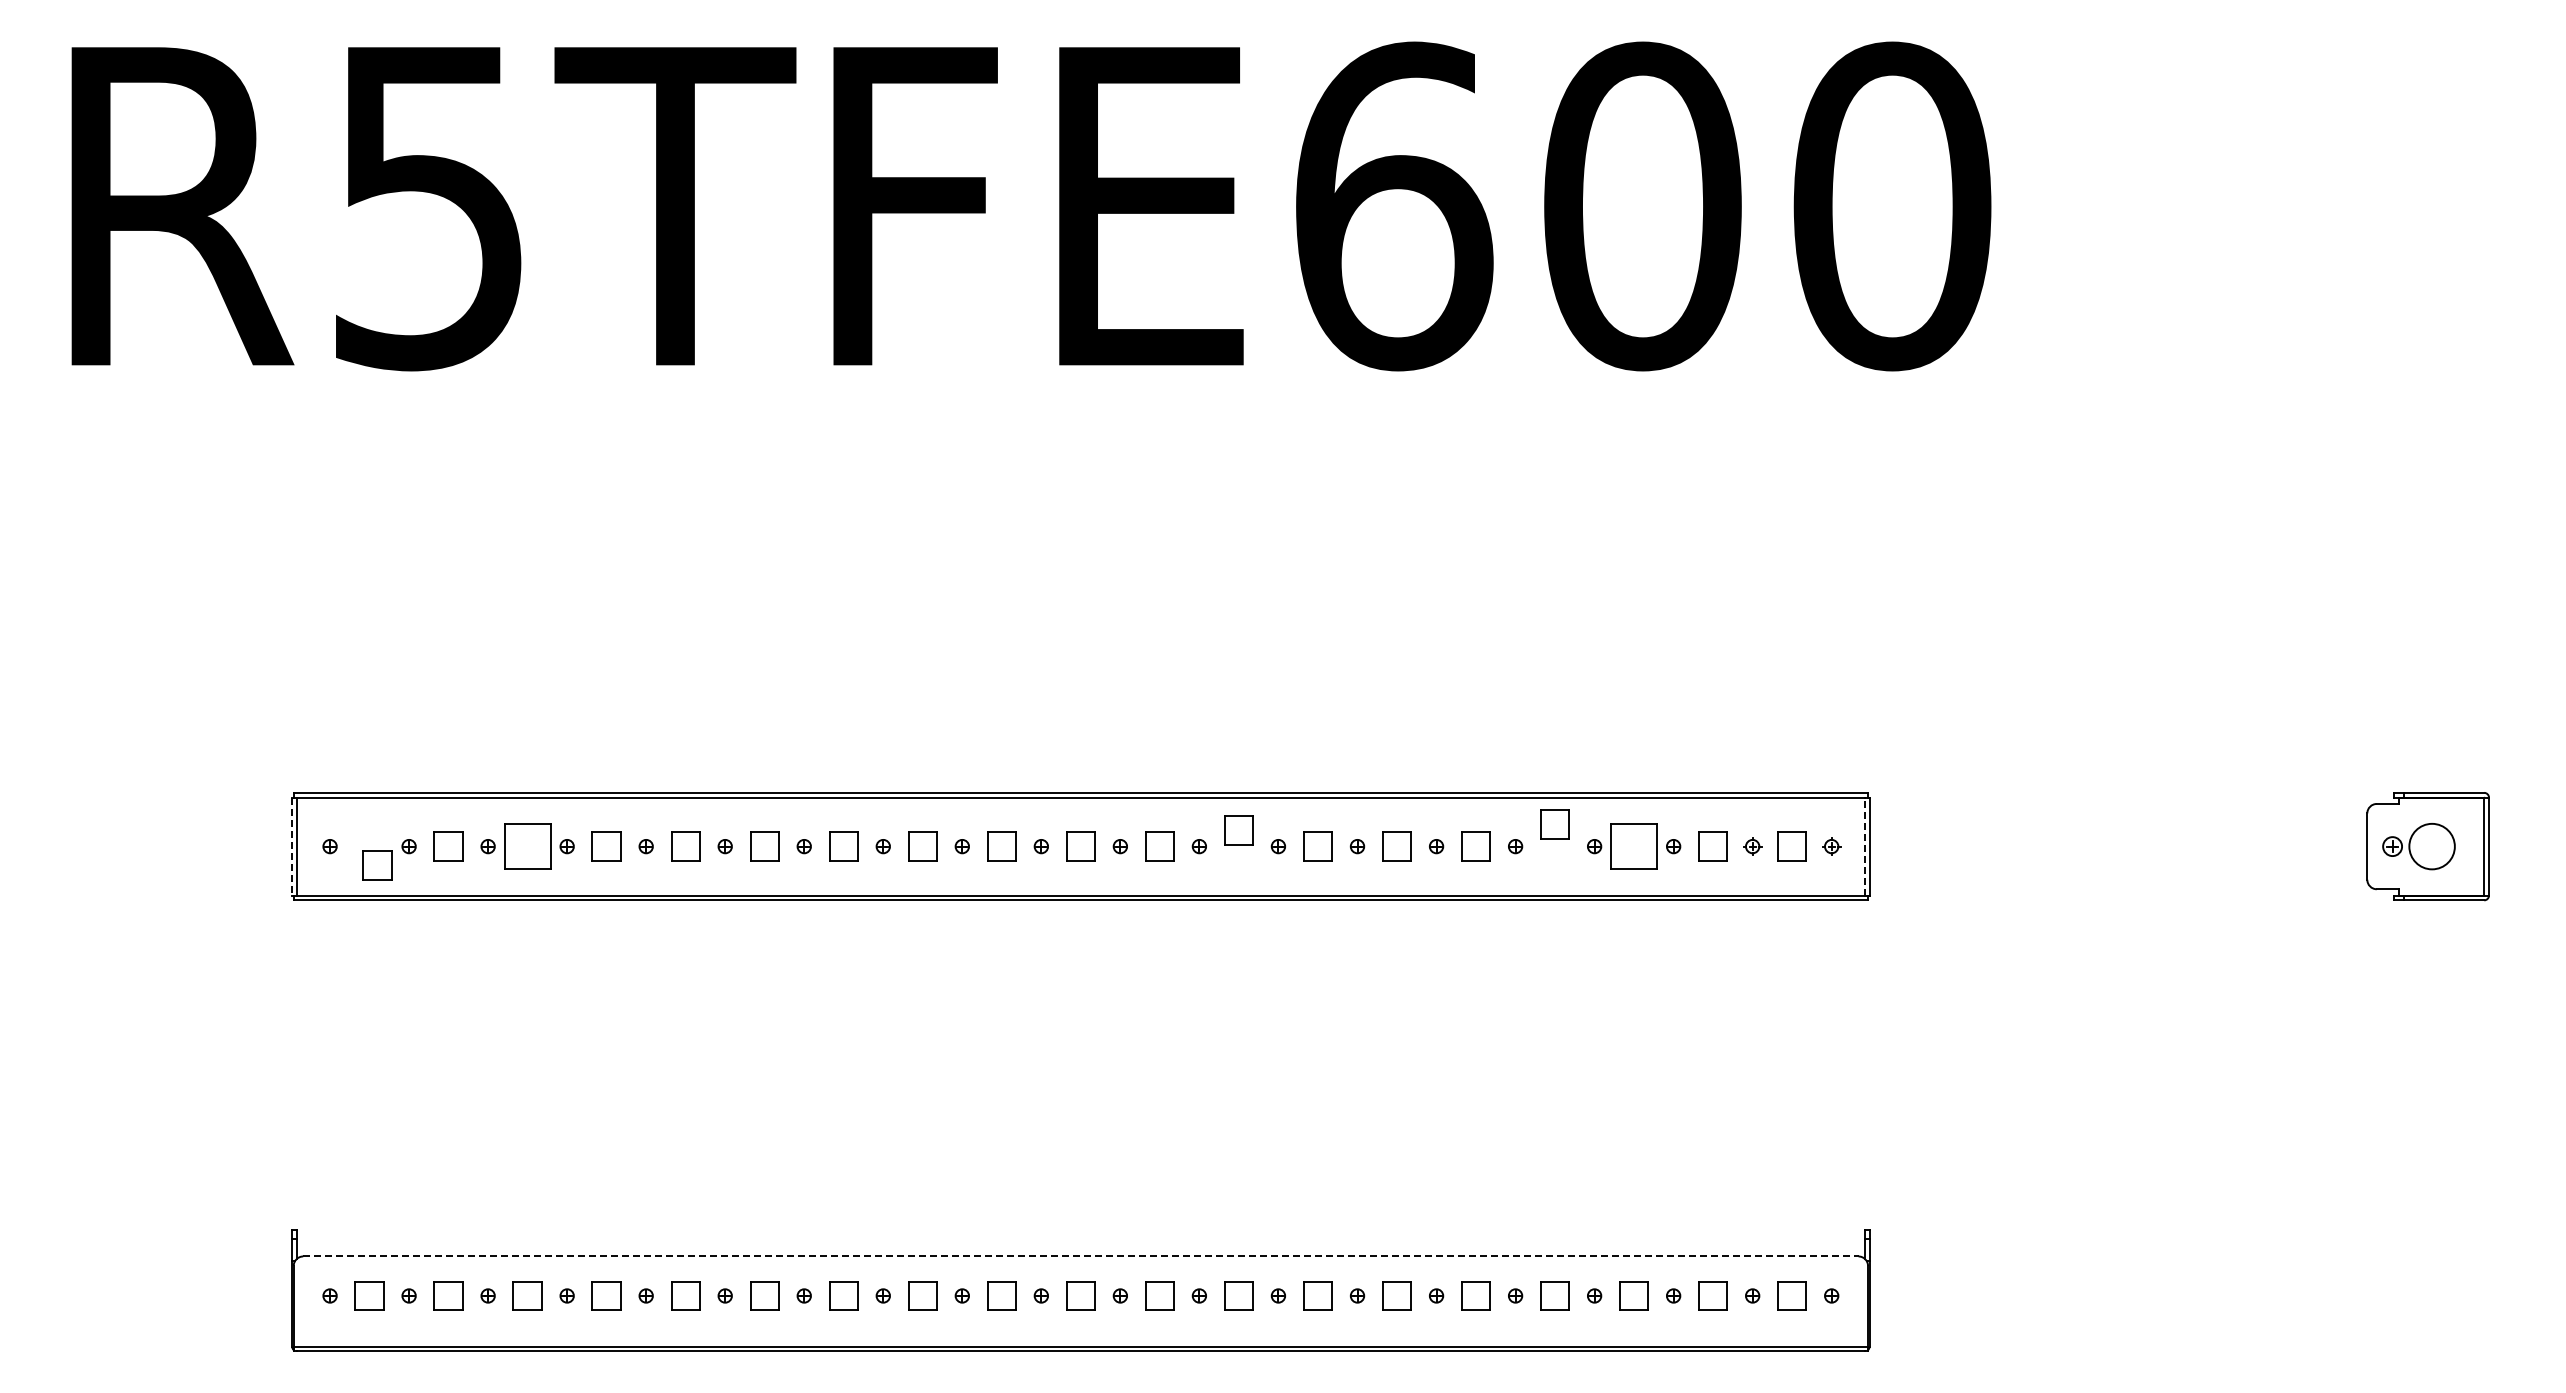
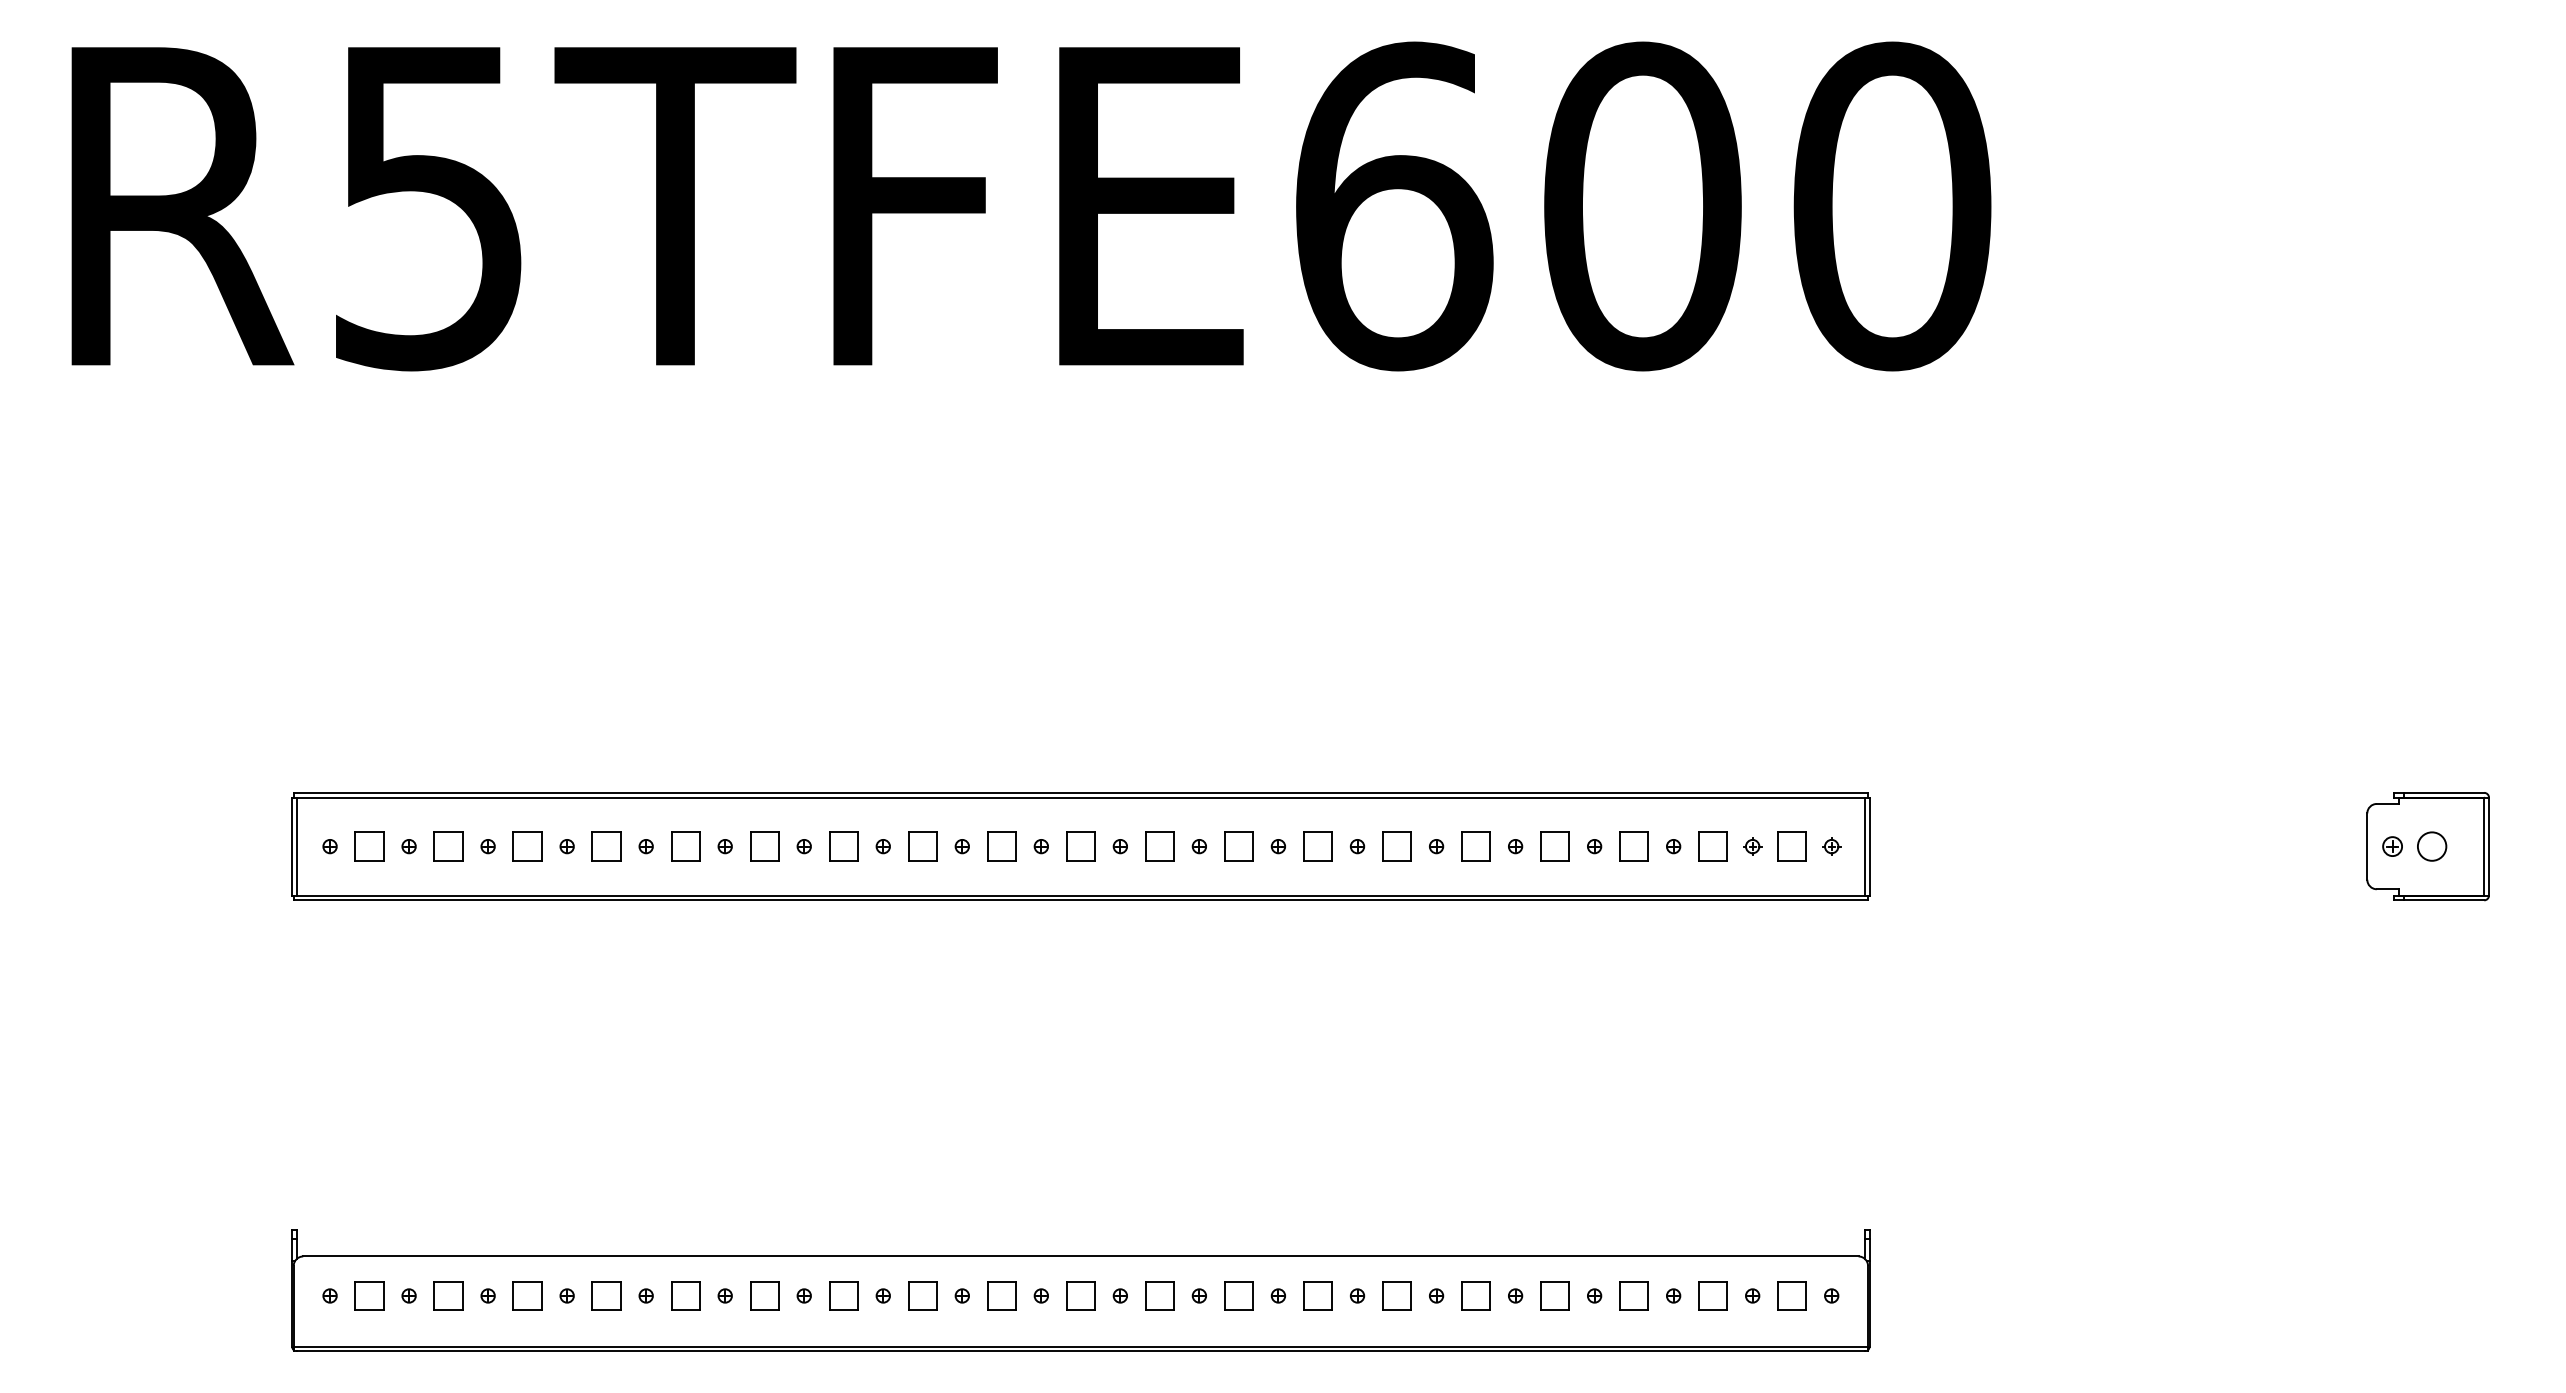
part at (1554, 824) position: (1554, 824) -> (1554, 846)
part at (1238, 830) position: (1238, 830) -> (1238, 846)
line at (292, 846): dashed -> solid
part at (527, 846) size: 48x47 px -> 31x31 px
part at (1633, 846) size: 48x47 px -> 30x31 px
line at (1864, 846): dashed -> solid
circle at (2431, 846) diameter: 46 px -> 28 px
part at (377, 865) position: (377, 865) -> (369, 846)
line at (1080, 1256): dashed -> solid
